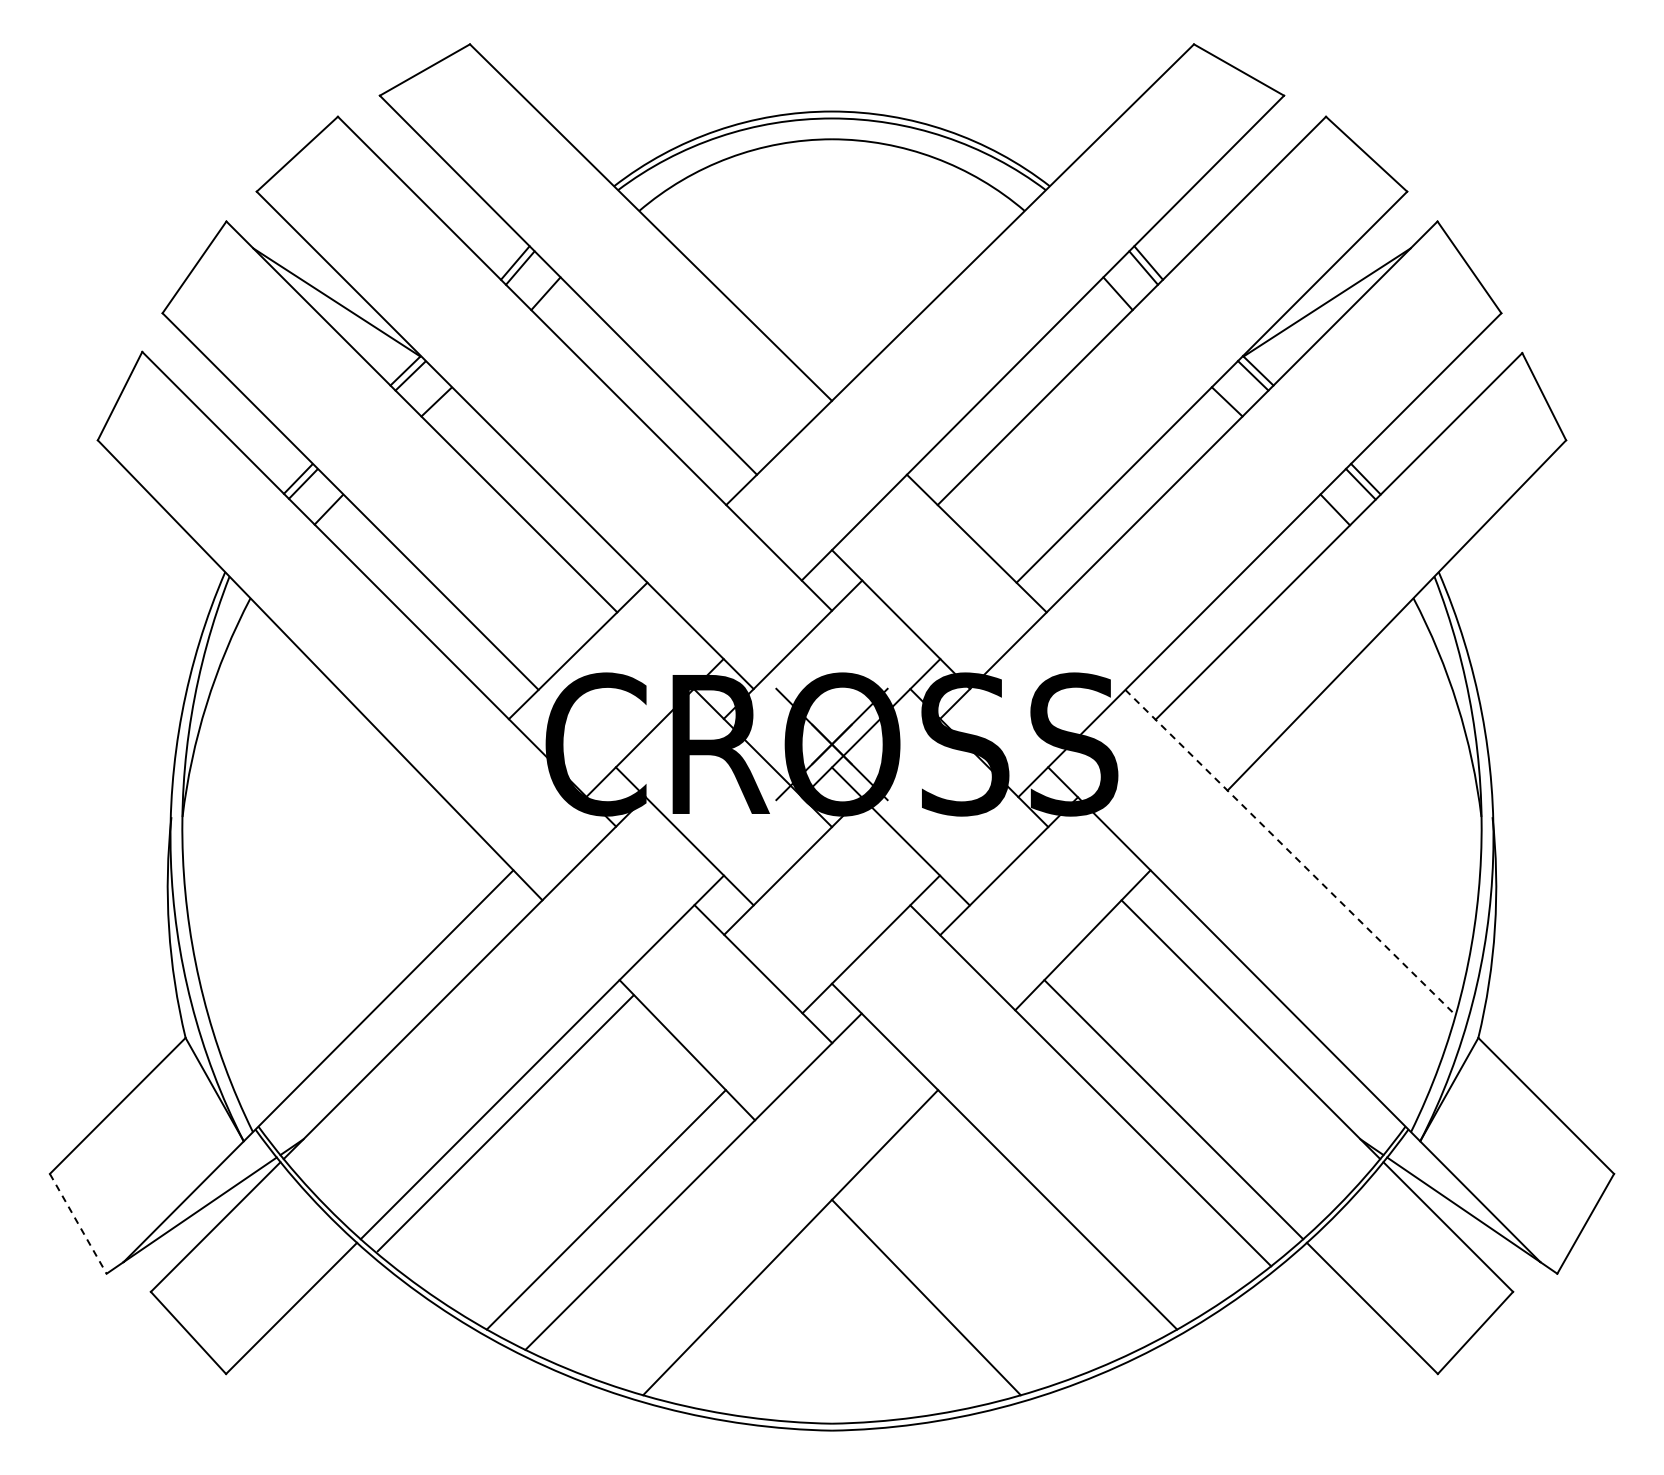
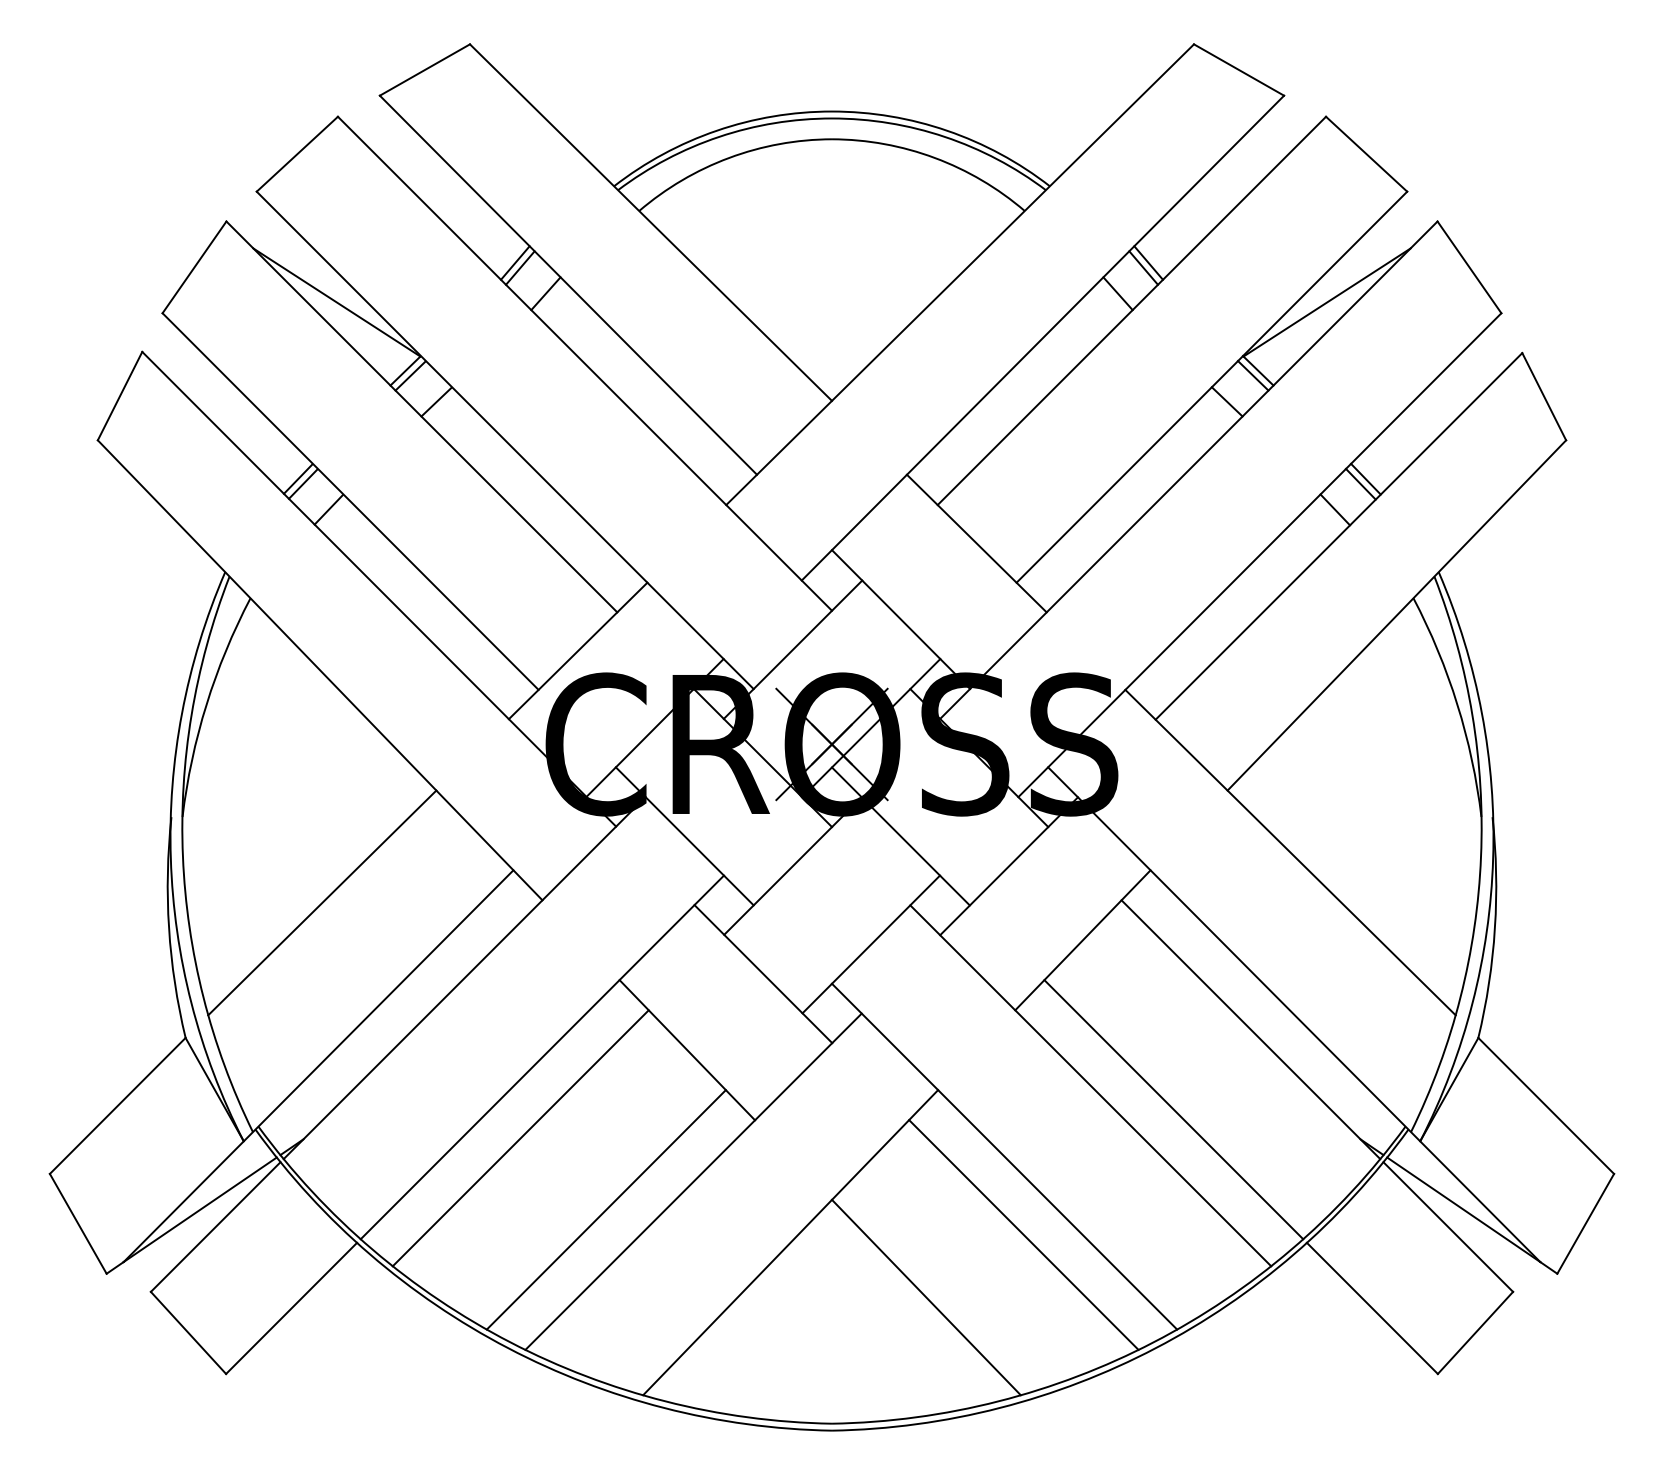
line at (1290, 852): dashed -> solid
line at (322, 902): none -> present
line at (505, 1123) position: (505, 1123) -> (520, 1138)
line at (78, 1224): dashed -> solid
line at (1023, 1234): none -> present
